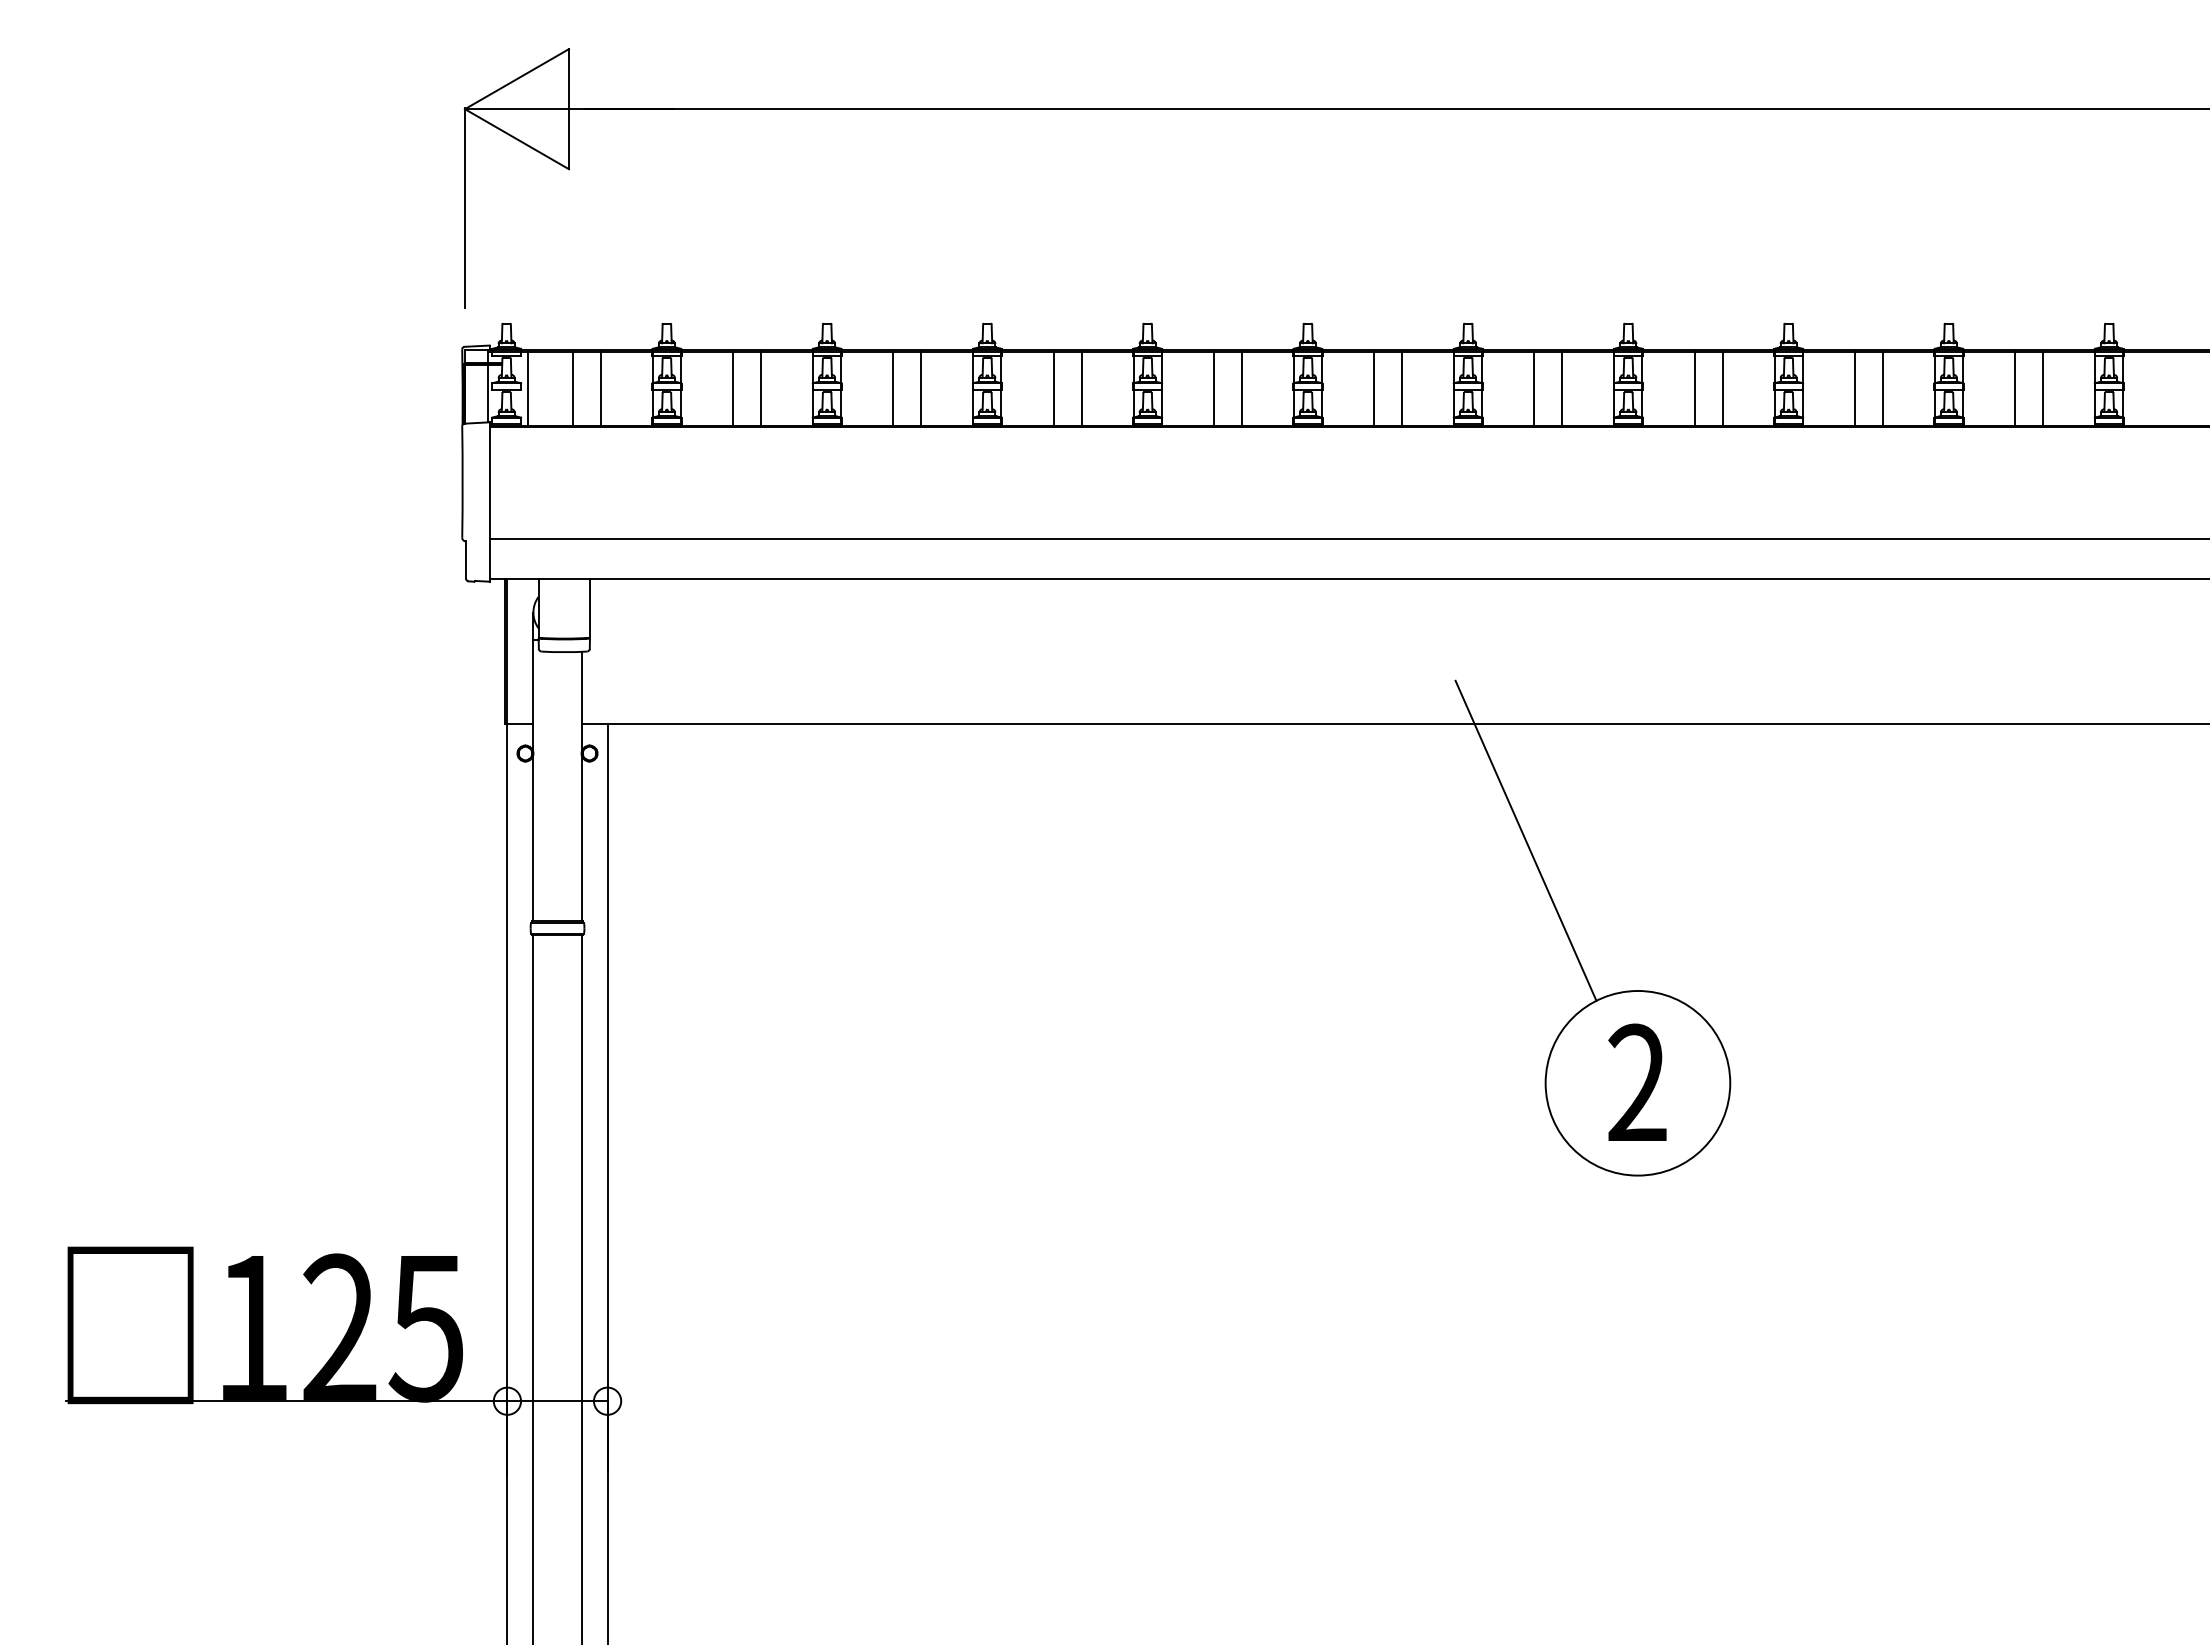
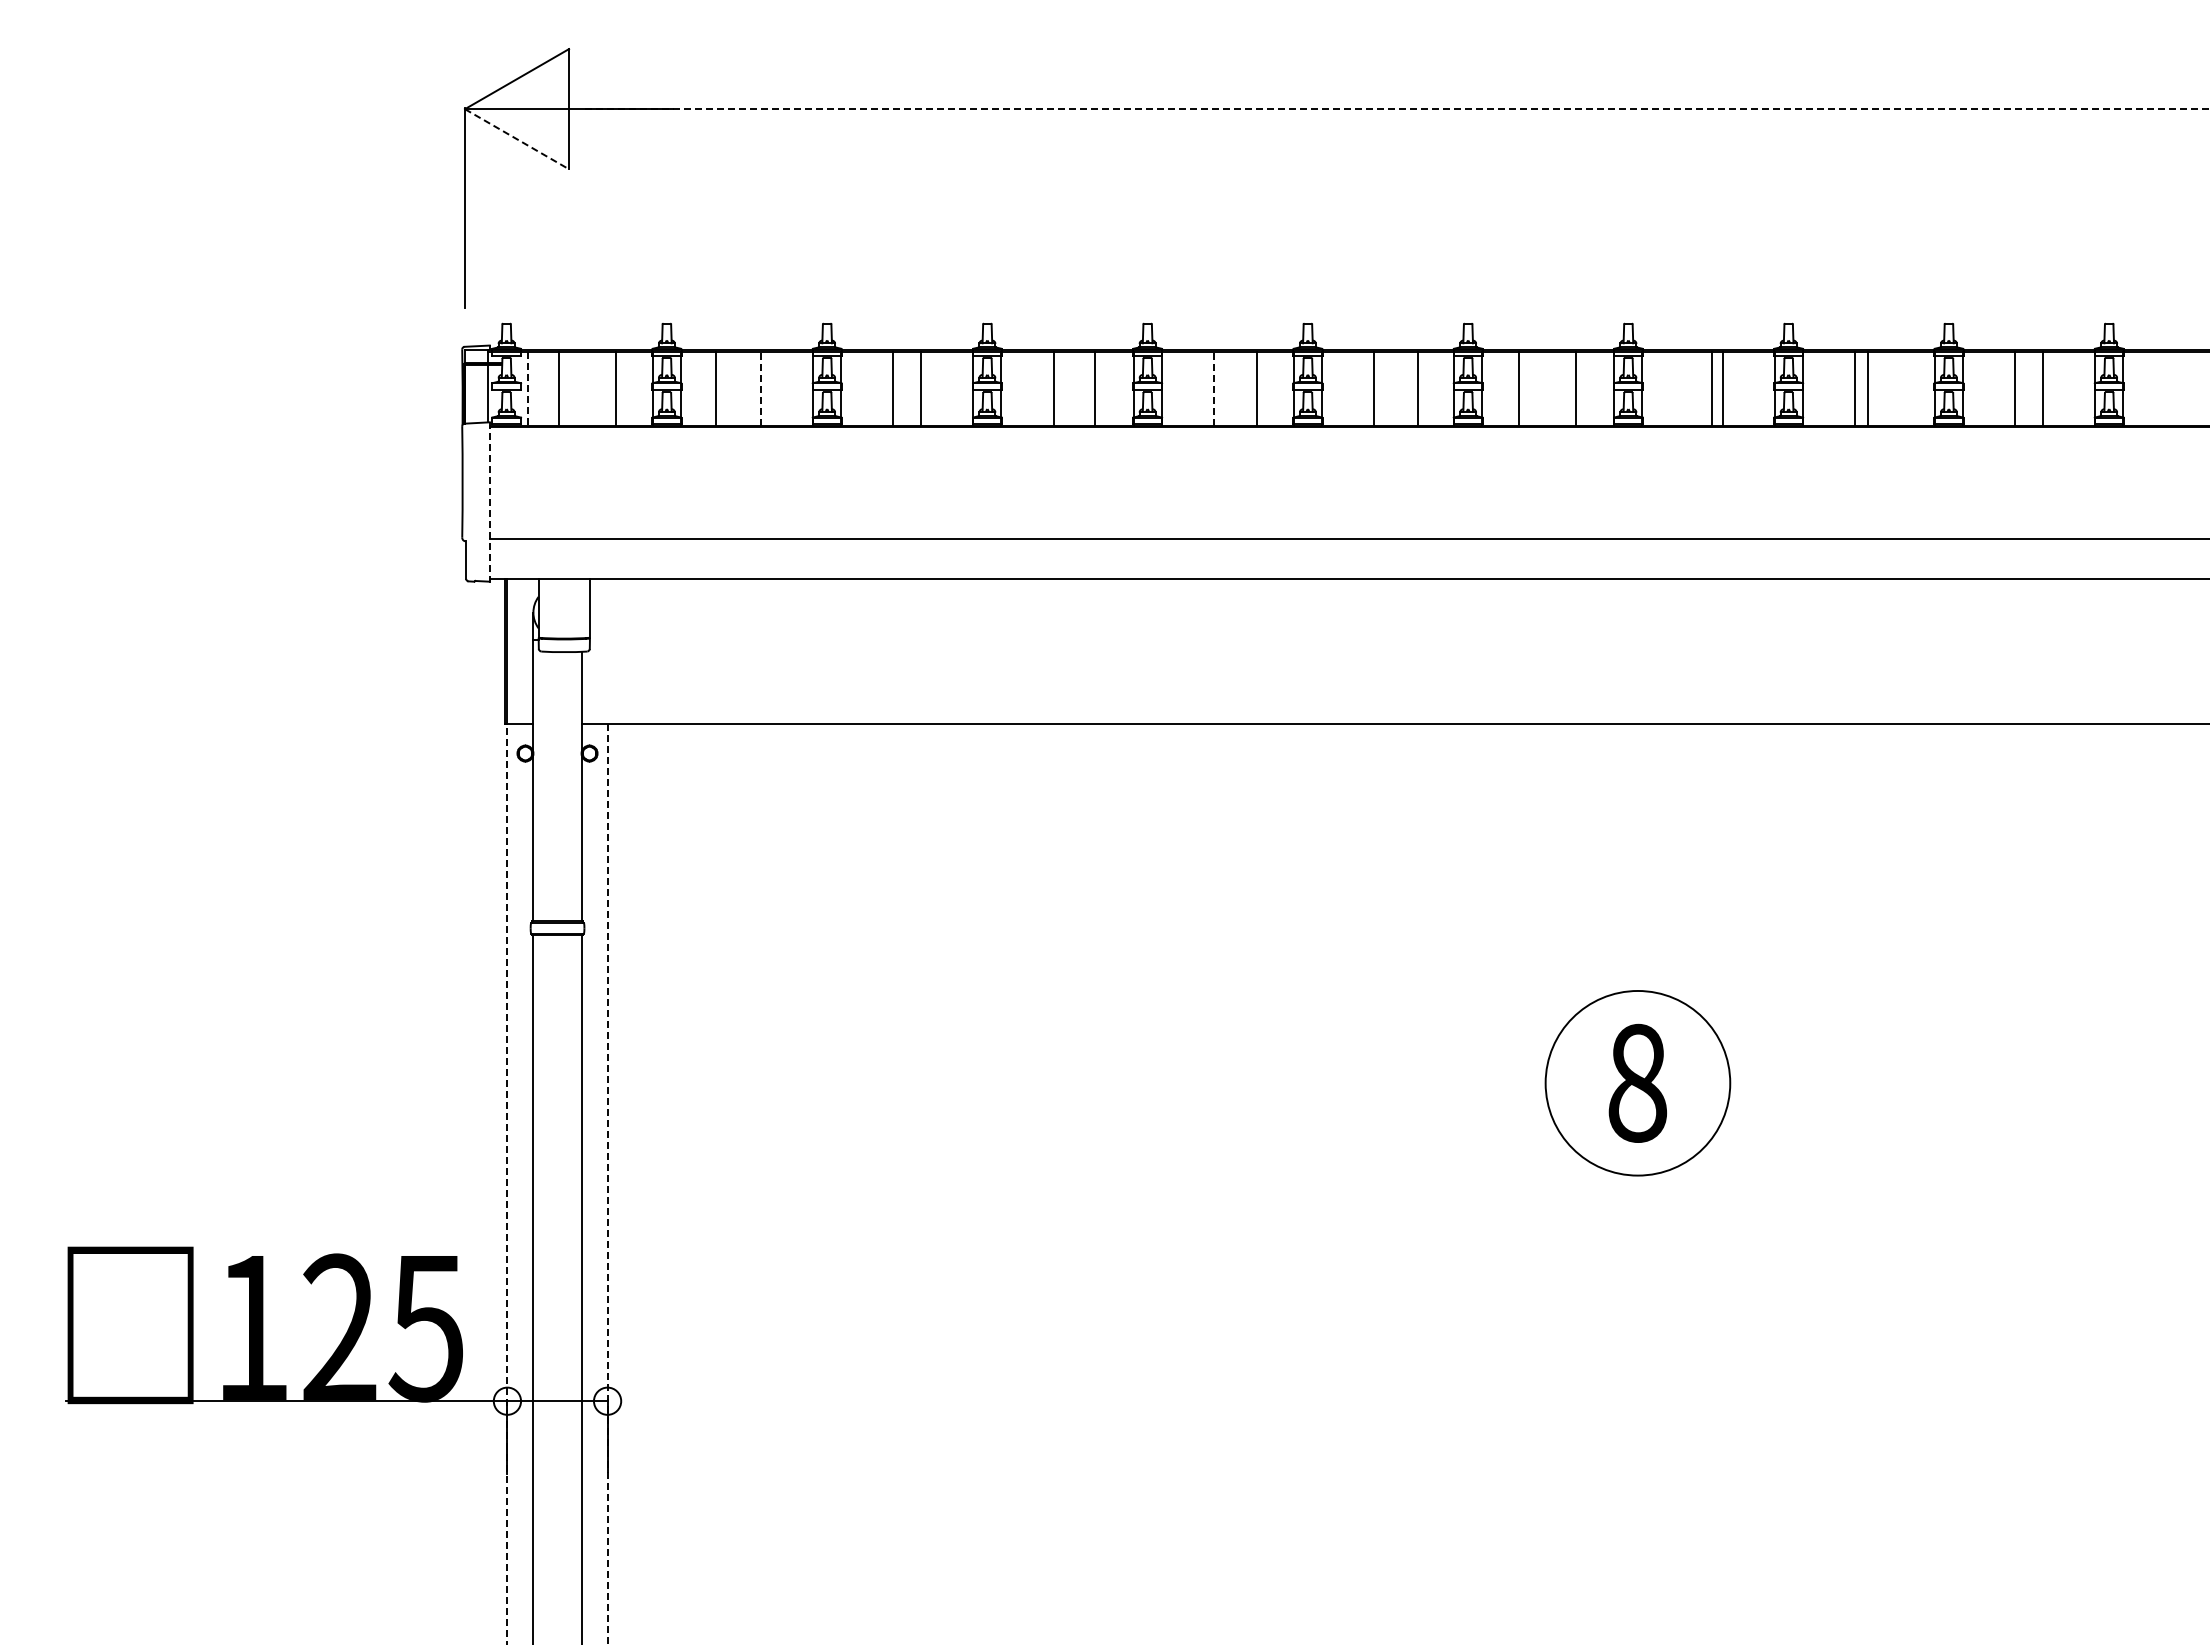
line at (1397, 109): solid -> dashed
line at (517, 139): solid -> dashed
line at (572, 388) position: (572, 388) -> (558, 388)
line at (600, 388) position: (600, 388) -> (615, 388)
line at (733, 388) position: (733, 388) -> (716, 388)
line at (1081, 388) position: (1081, 388) -> (1094, 388)
line at (1241, 388) position: (1241, 388) -> (1256, 388)
line at (1402, 388) position: (1402, 388) -> (1418, 388)
line at (1534, 388) position: (1534, 388) -> (1519, 388)
line at (1562, 388) position: (1562, 388) -> (1576, 388)
line at (1694, 388) position: (1694, 388) -> (1711, 388)
line at (1882, 388) position: (1882, 388) -> (1867, 388)
line at (527, 389): solid -> dashed
line at (761, 389): solid -> dashed
line at (1213, 389): solid -> dashed
line at (489, 502): solid -> dashed
line at (1525, 840): present -> none
text at (1637, 1082): 2 -> 8
line at (507, 1183): solid -> dashed
line at (607, 1184): solid -> dashed
